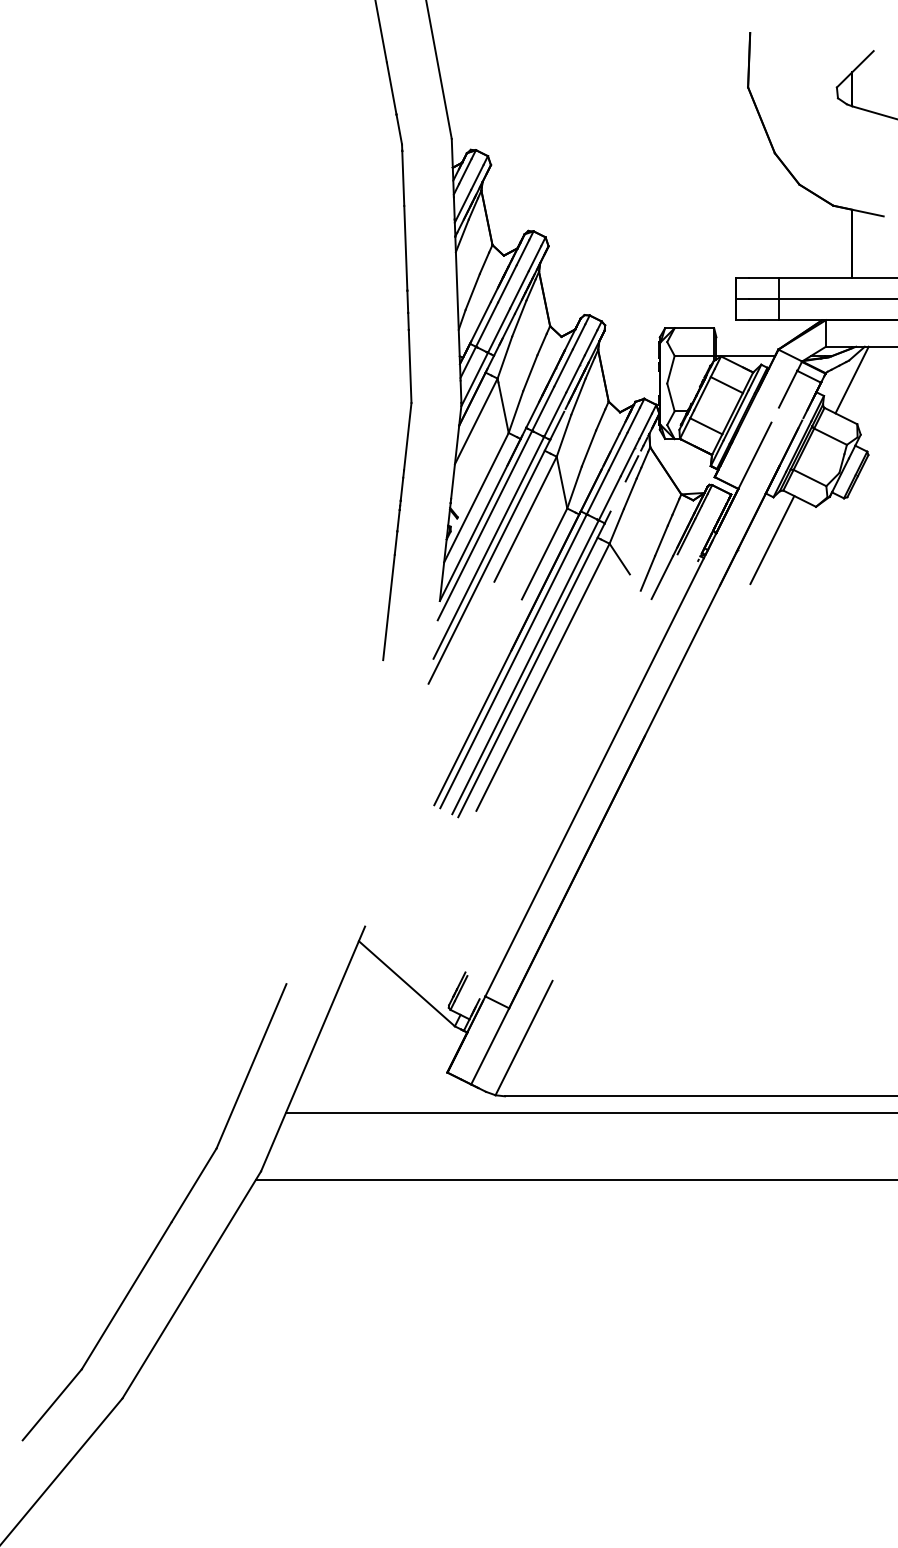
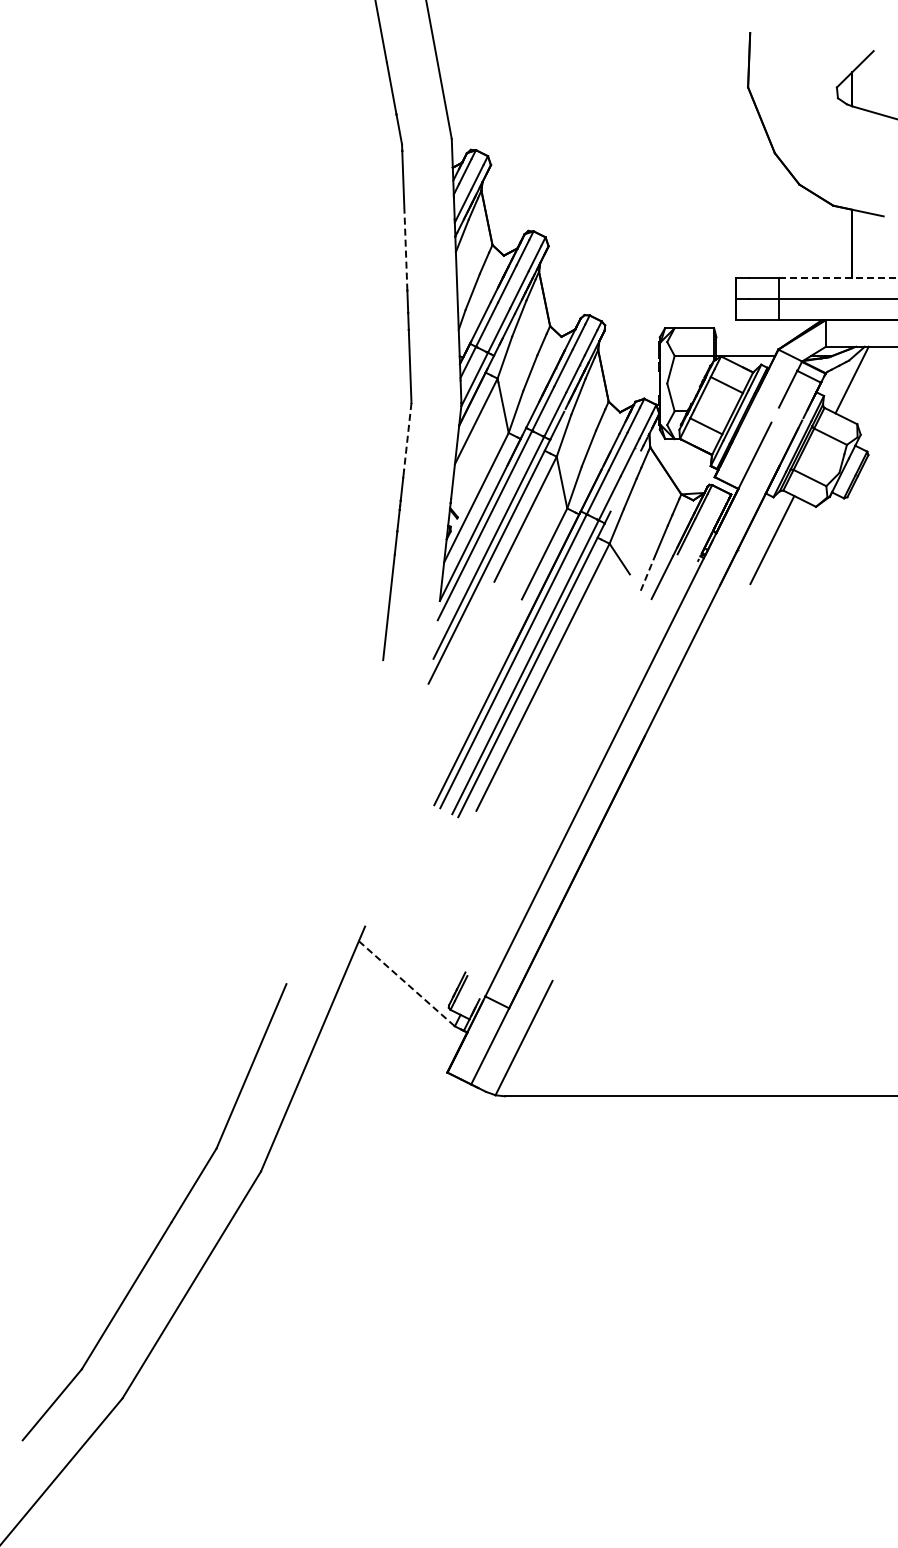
line at (405, 247): solid -> dashed
line at (838, 277): solid -> dashed
line at (407, 436): solid -> dashed
line at (631, 468): present -> none
line at (647, 573): solid -> dashed
line at (407, 984): solid -> dashed
line at (589, 1113): present -> none
line at (574, 1180): present -> none
